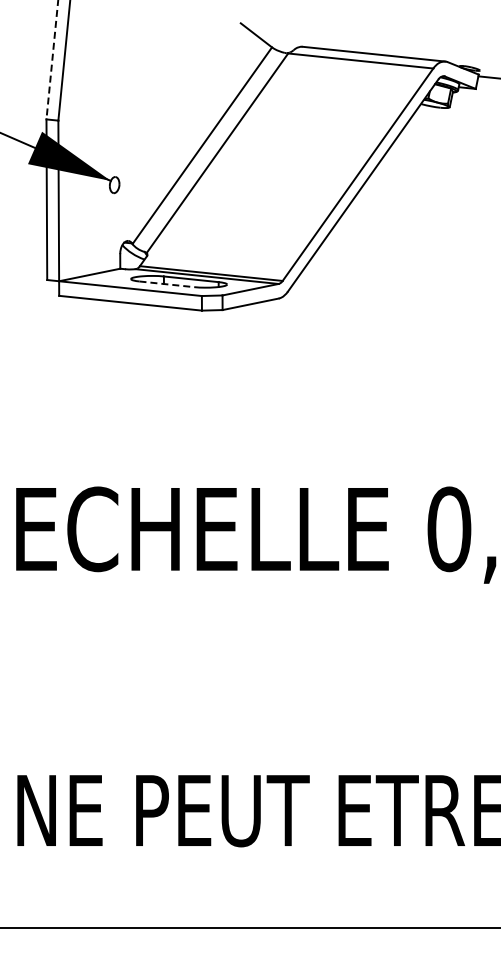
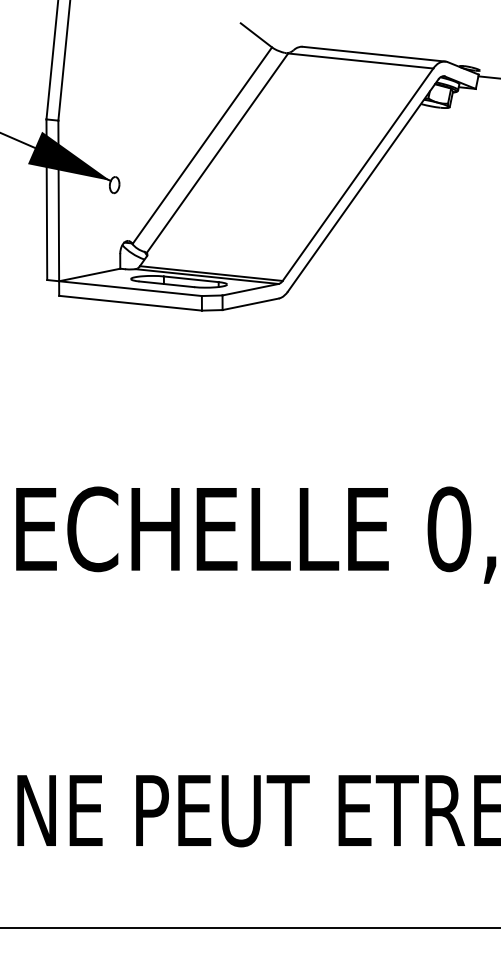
line at (52, 59): dashed -> solid
line at (166, 284): dashed -> solid
